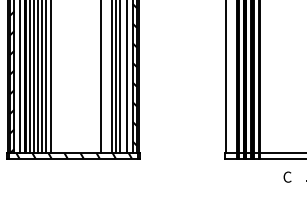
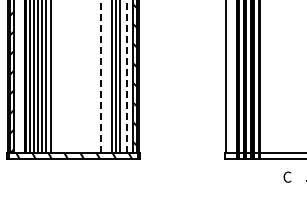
line at (19, 77): present -> none
line at (100, 77): solid -> dashed
line at (127, 77): solid -> dashed
